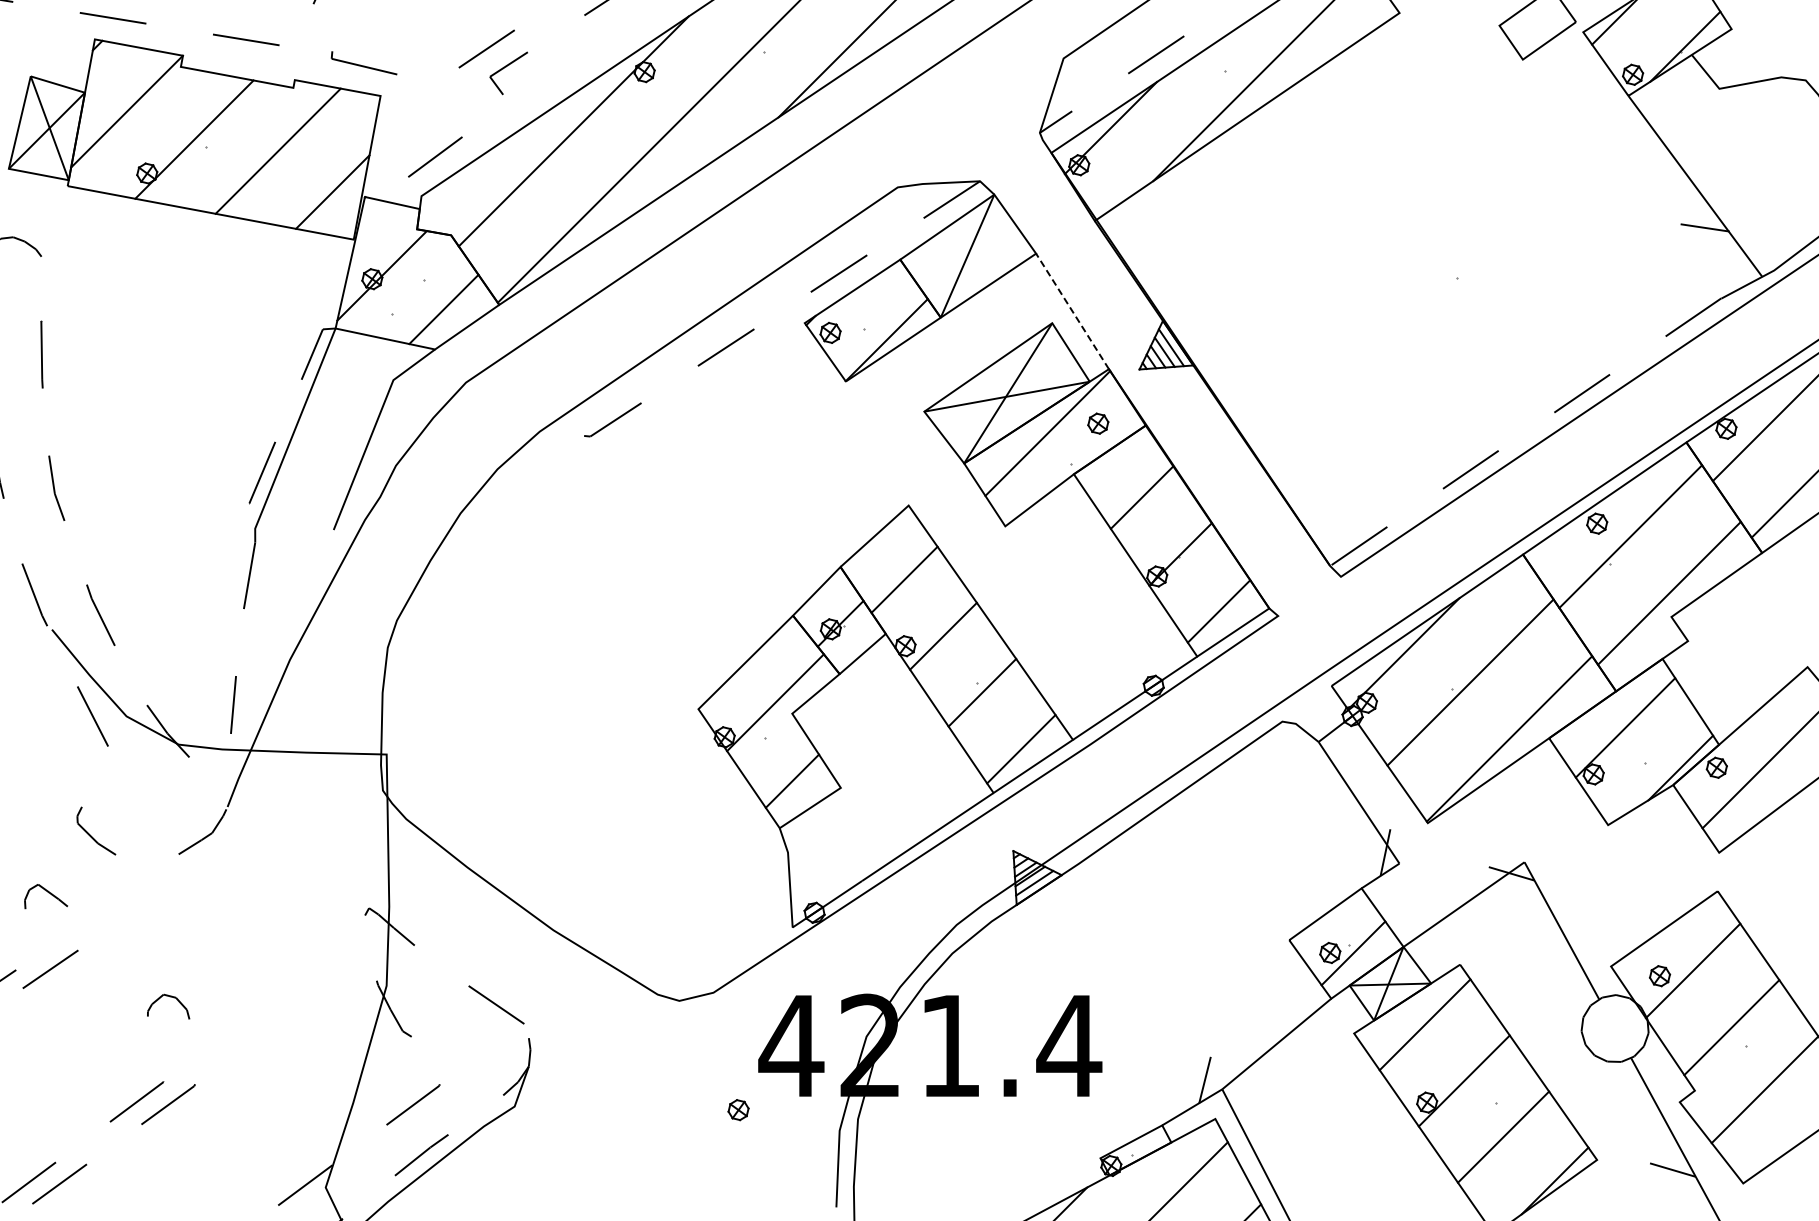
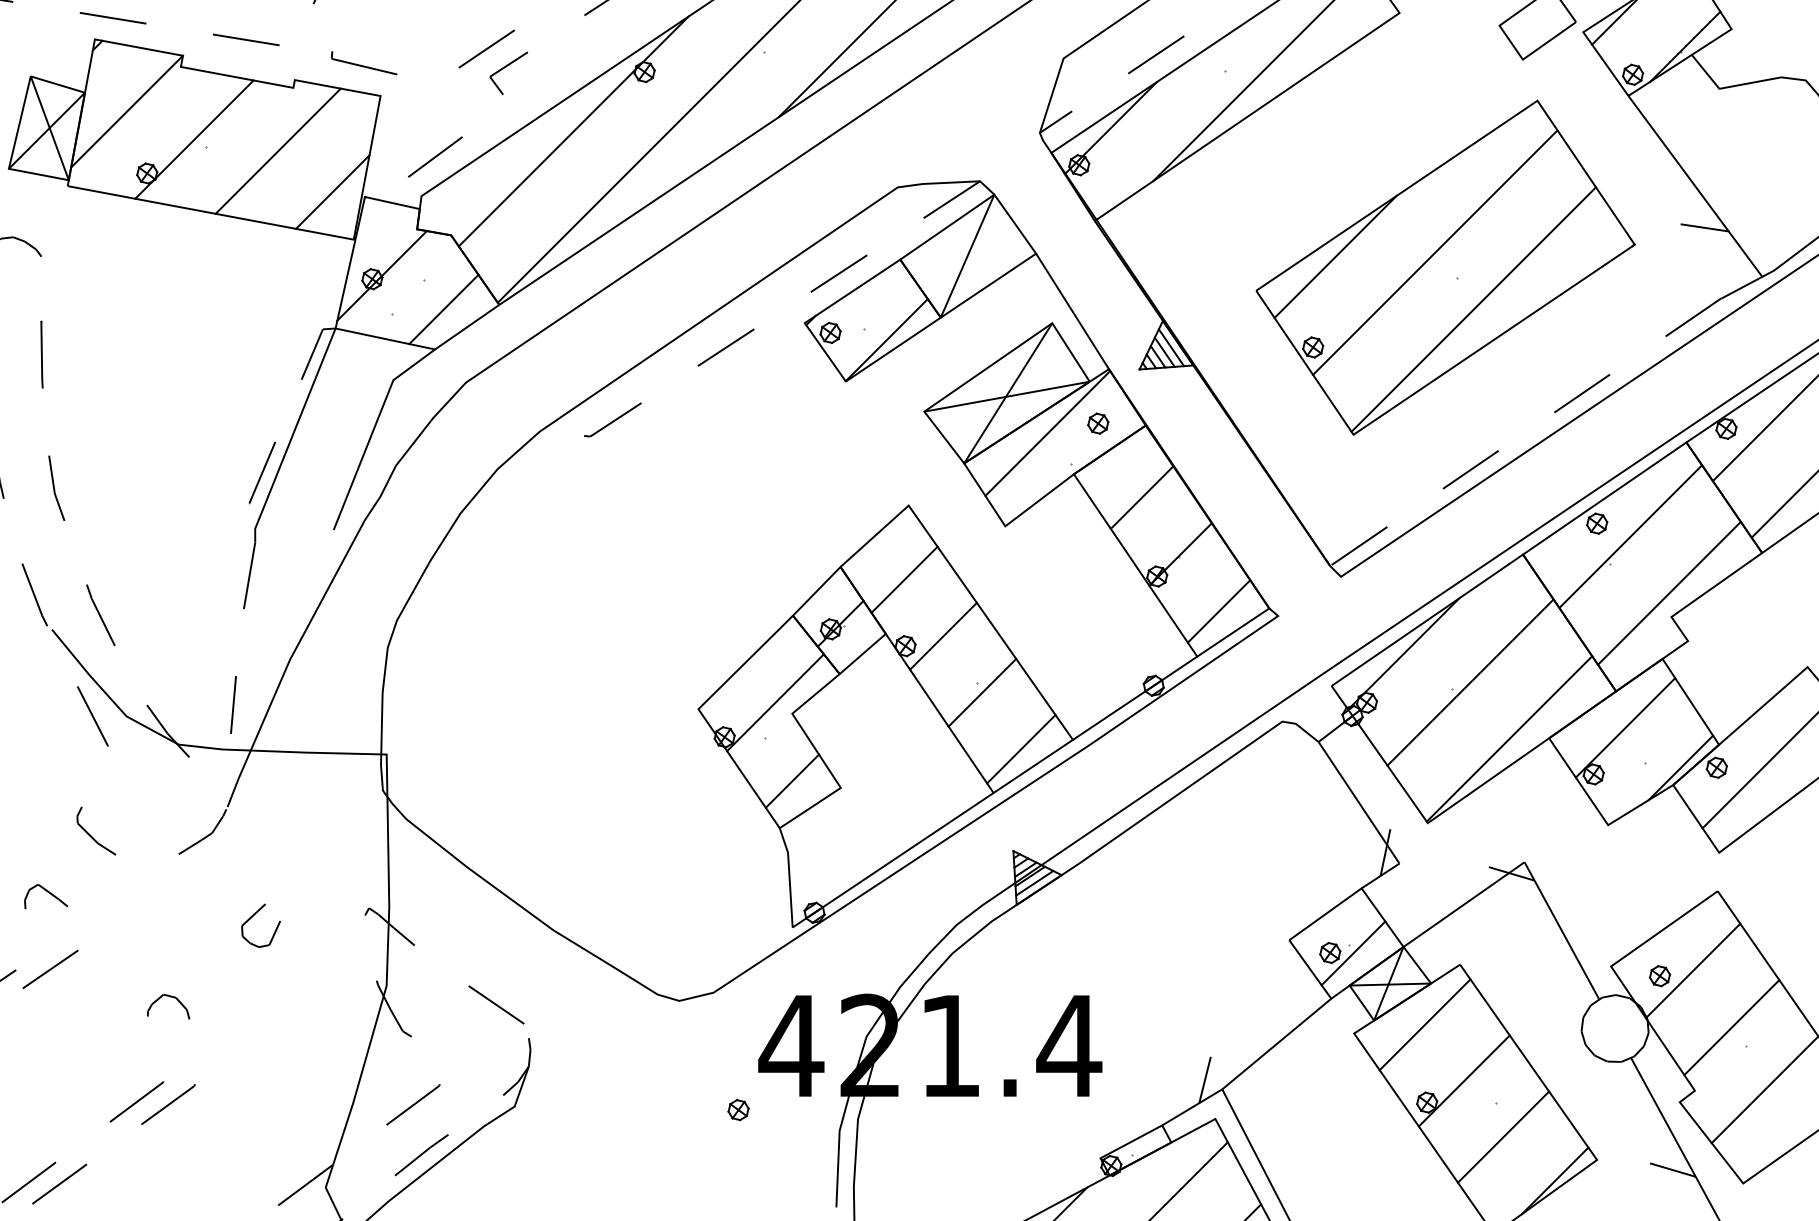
part at (1445, 267): none -> present
line at (1072, 311): dashed -> solid
part at (252, 917): none -> present
